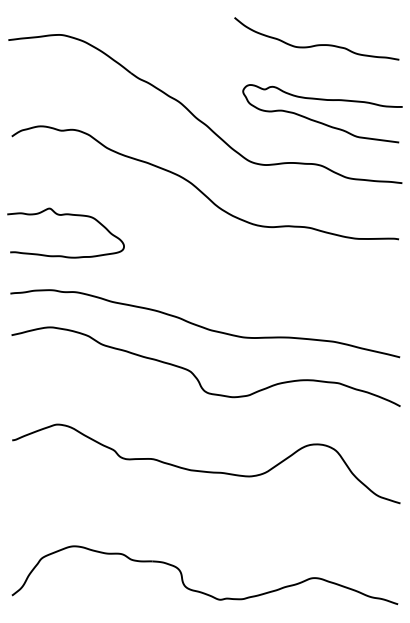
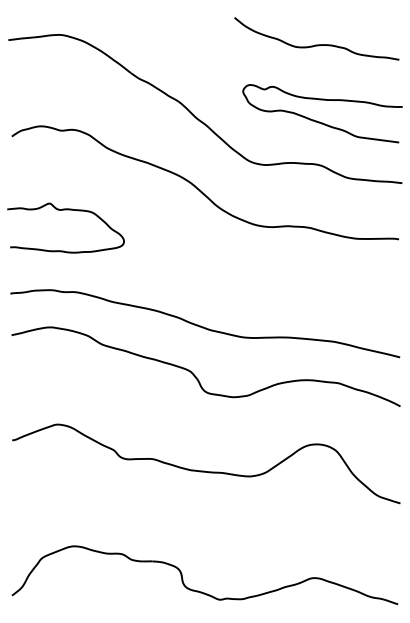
curve at (65, 215) position: (65, 215) -> (65, 210)
